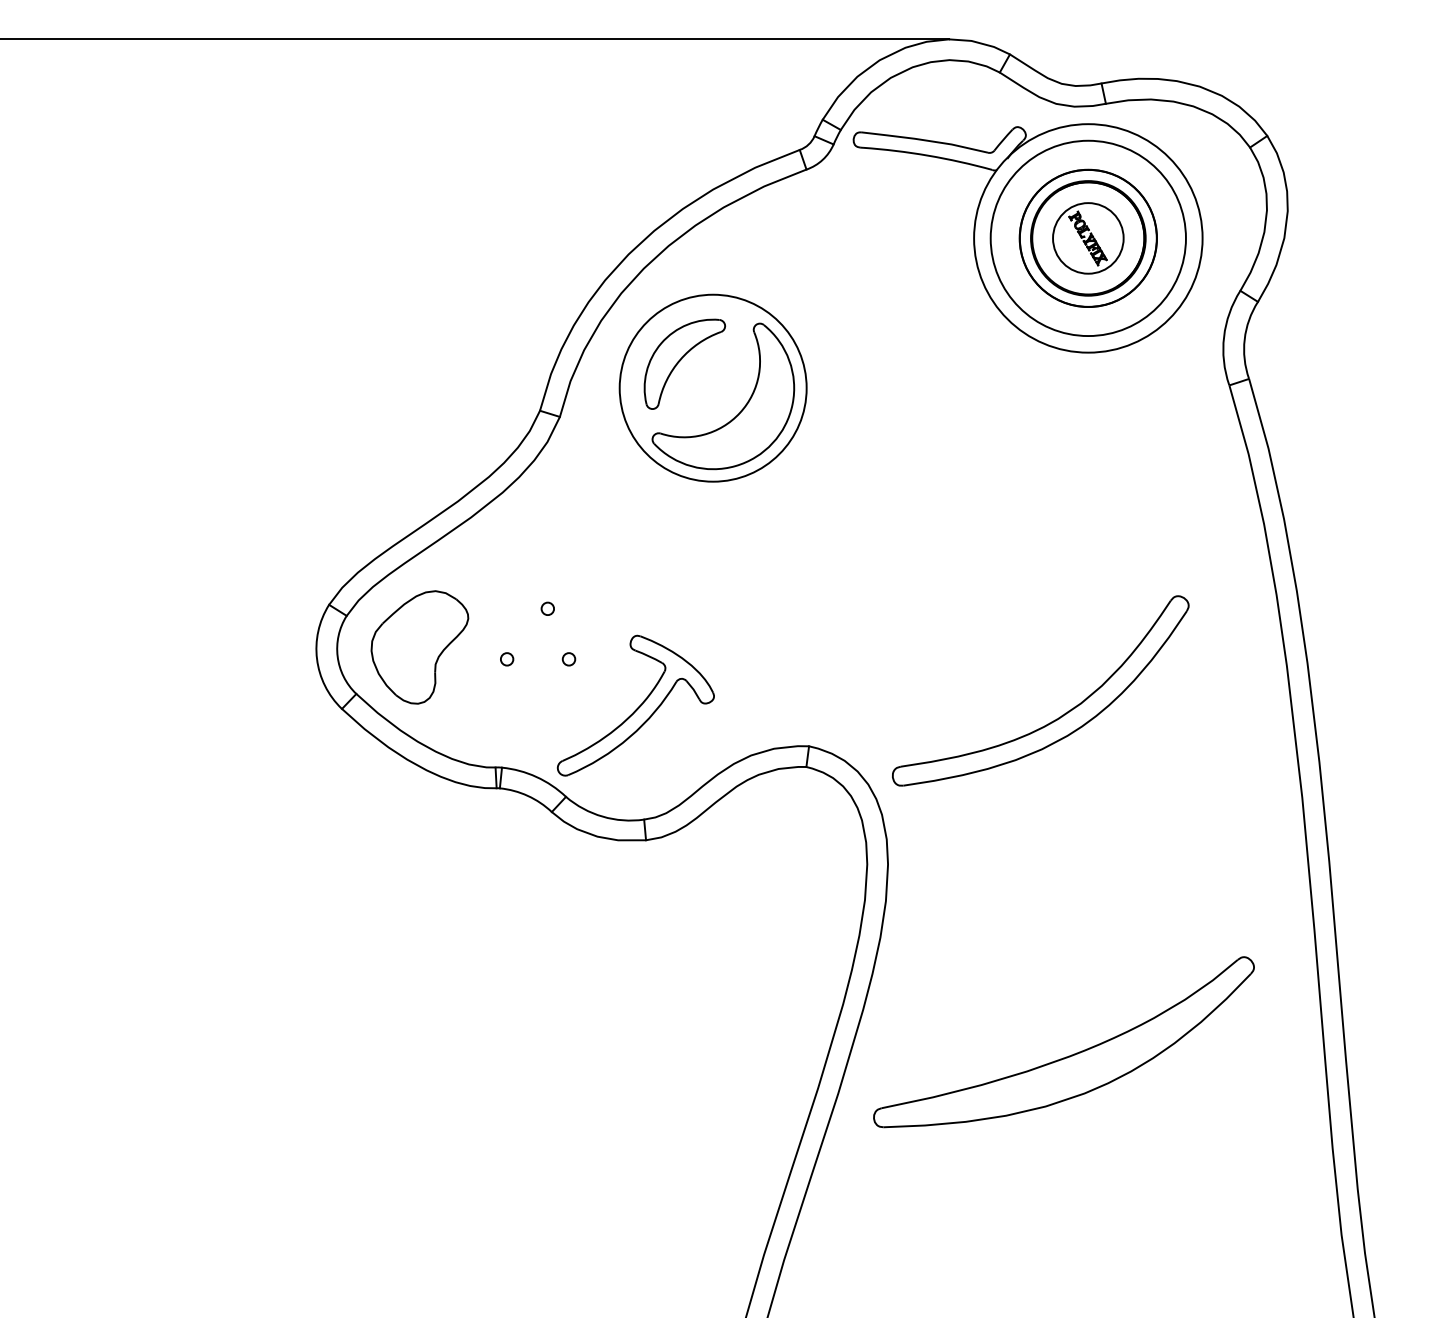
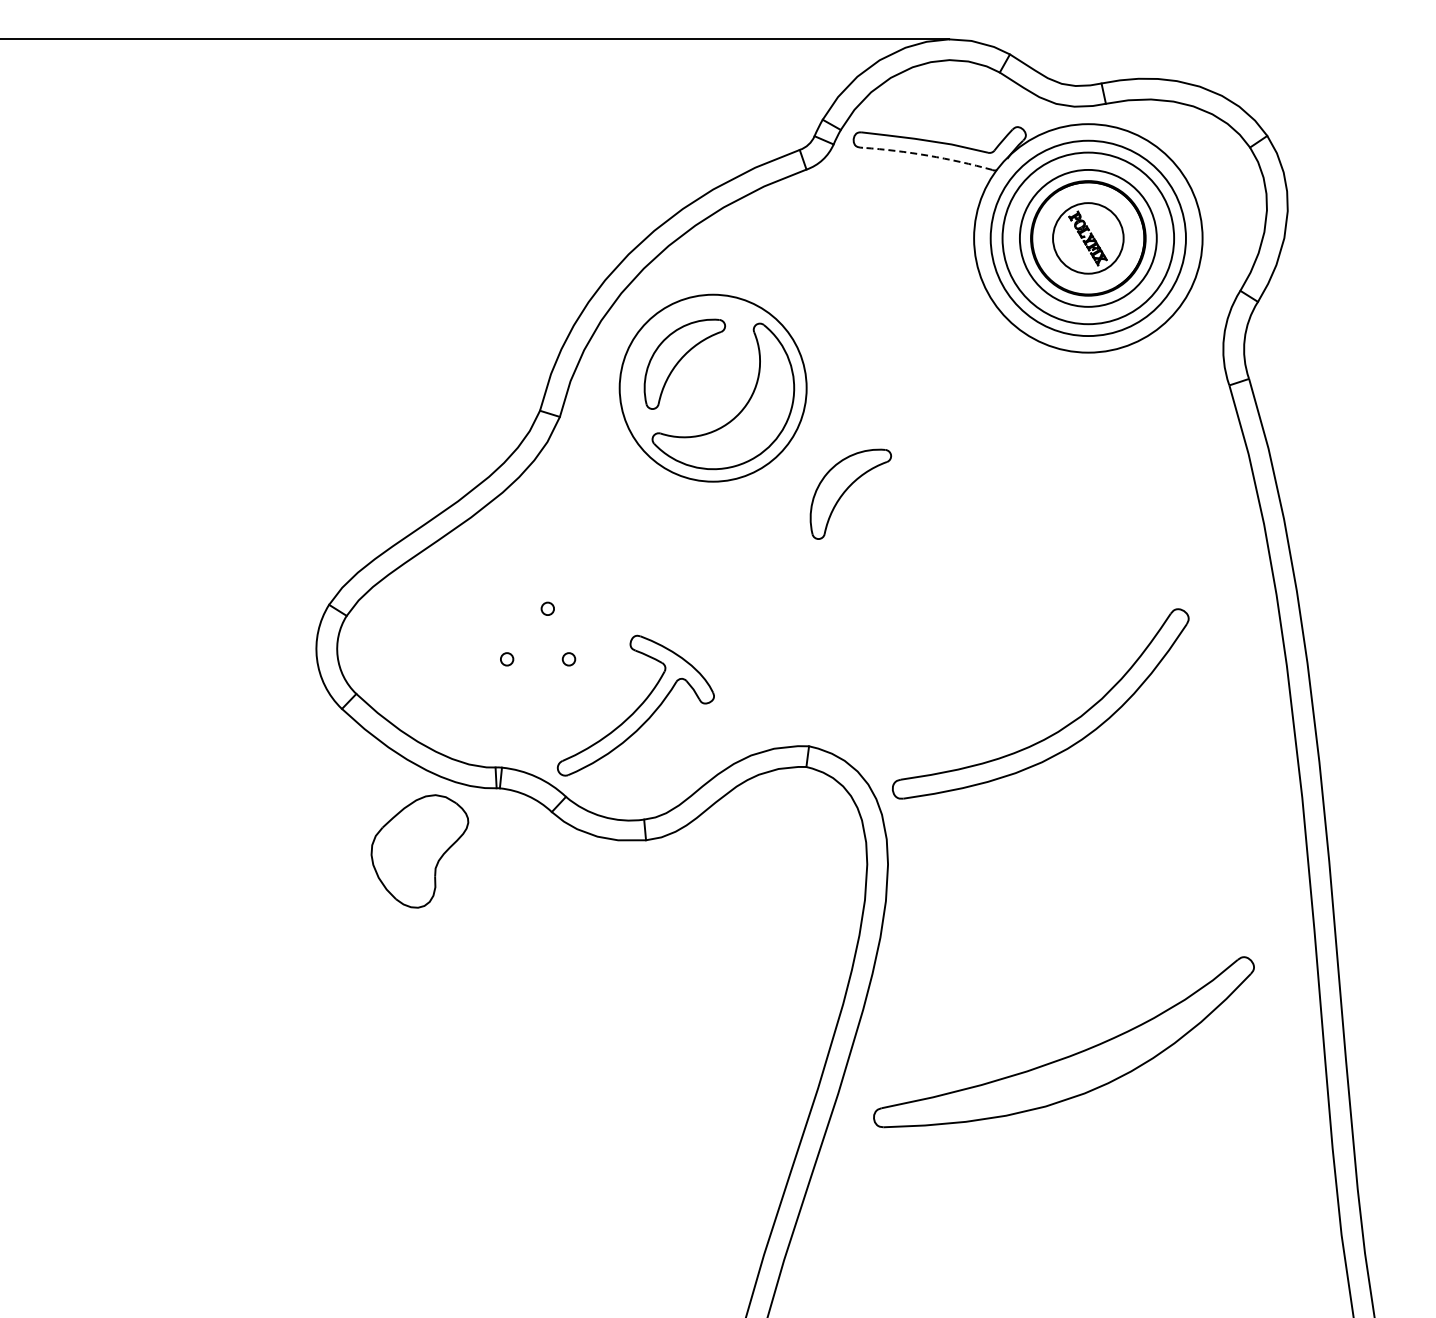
arc at (928, 155): solid -> dashed
circle at (1087, 238) diameter: 137 px -> 172 px
part at (850, 493): none -> present
part at (419, 647) position: (419, 647) -> (419, 851)
part at (1056, 718) position: (1056, 718) -> (1056, 731)
